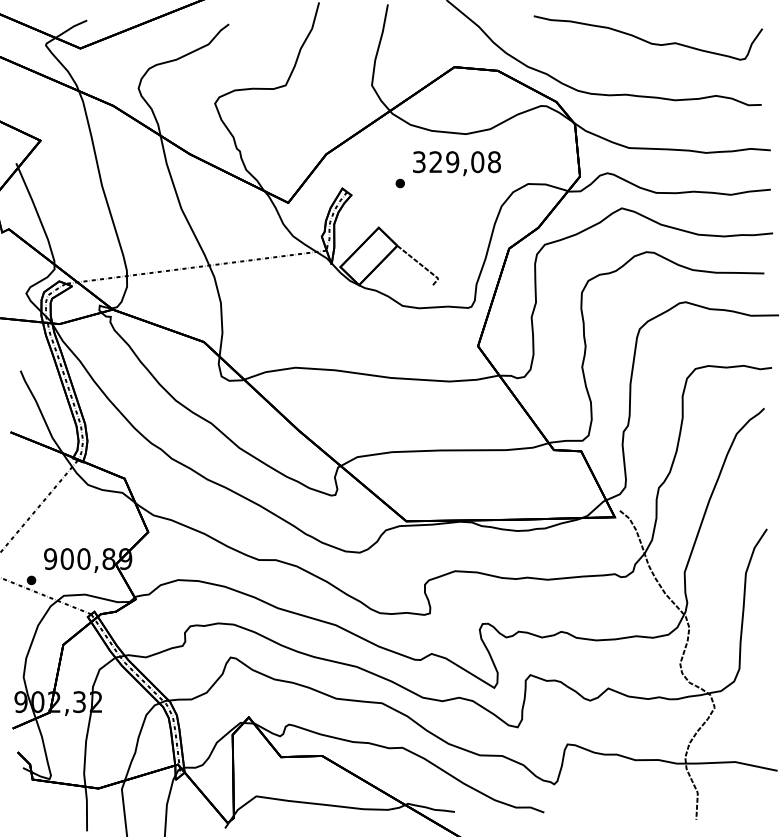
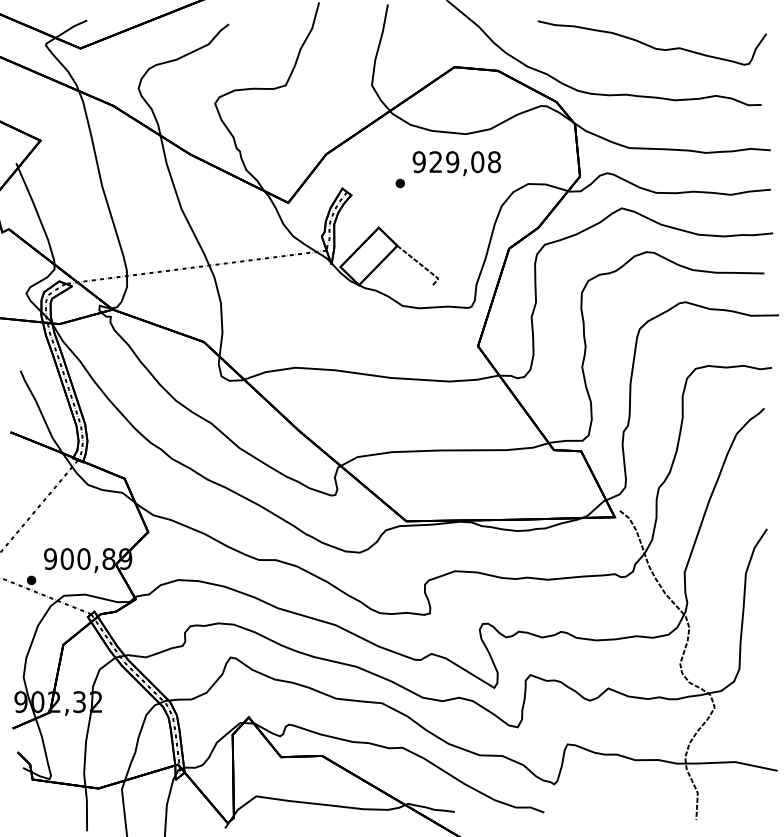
curve at (646, 40) position: (646, 40) -> (650, 45)
text at (418, 161): 329,08 -> 929,08
